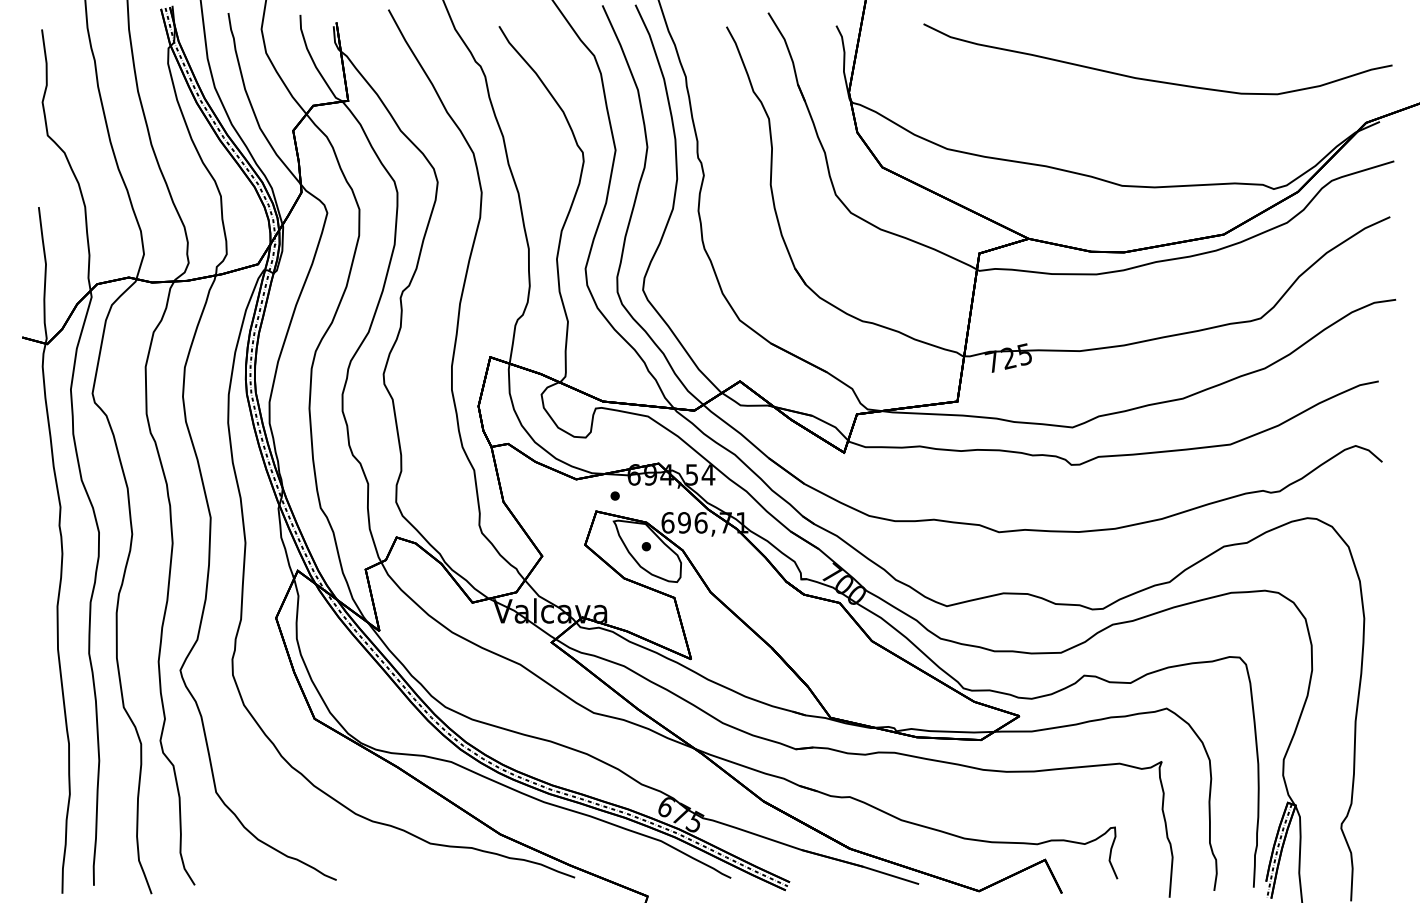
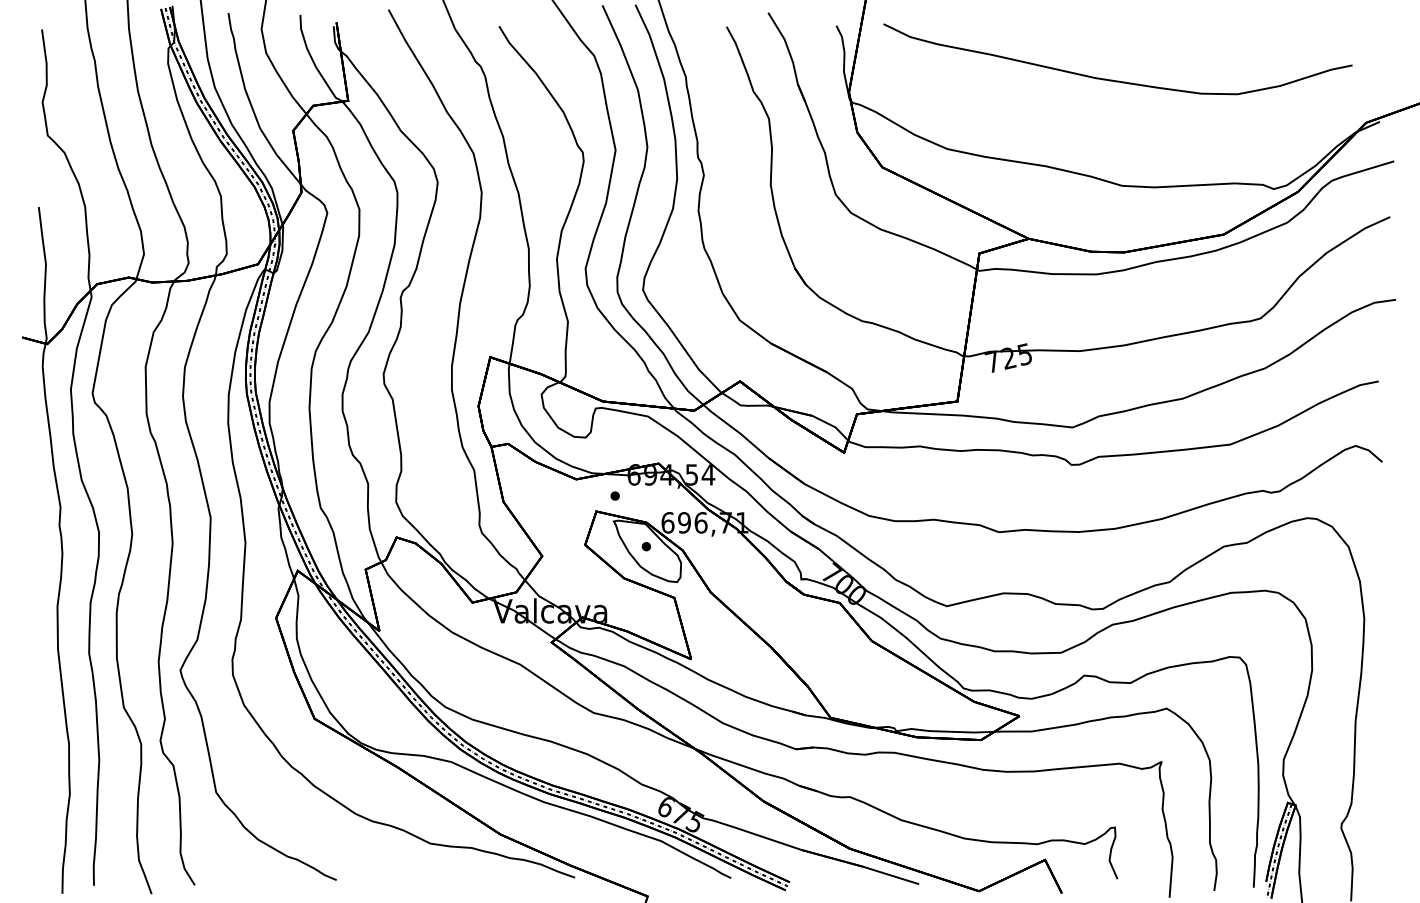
curve at (1152, 79) position: (1152, 79) -> (1112, 79)
